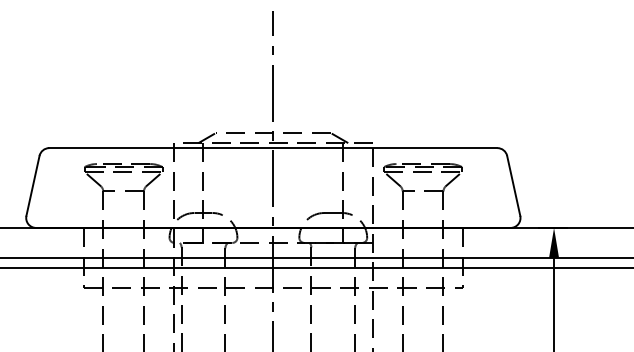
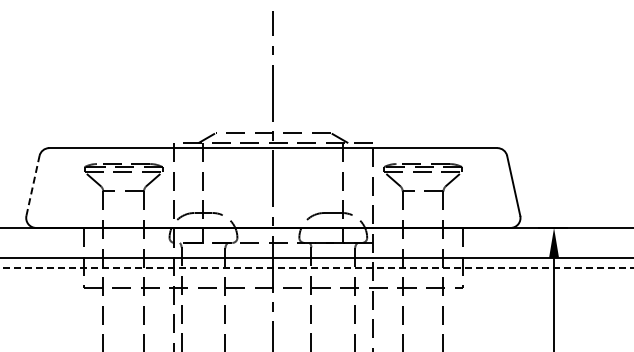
line at (32, 185): solid -> dashed
line at (316, 267): solid -> dashed
